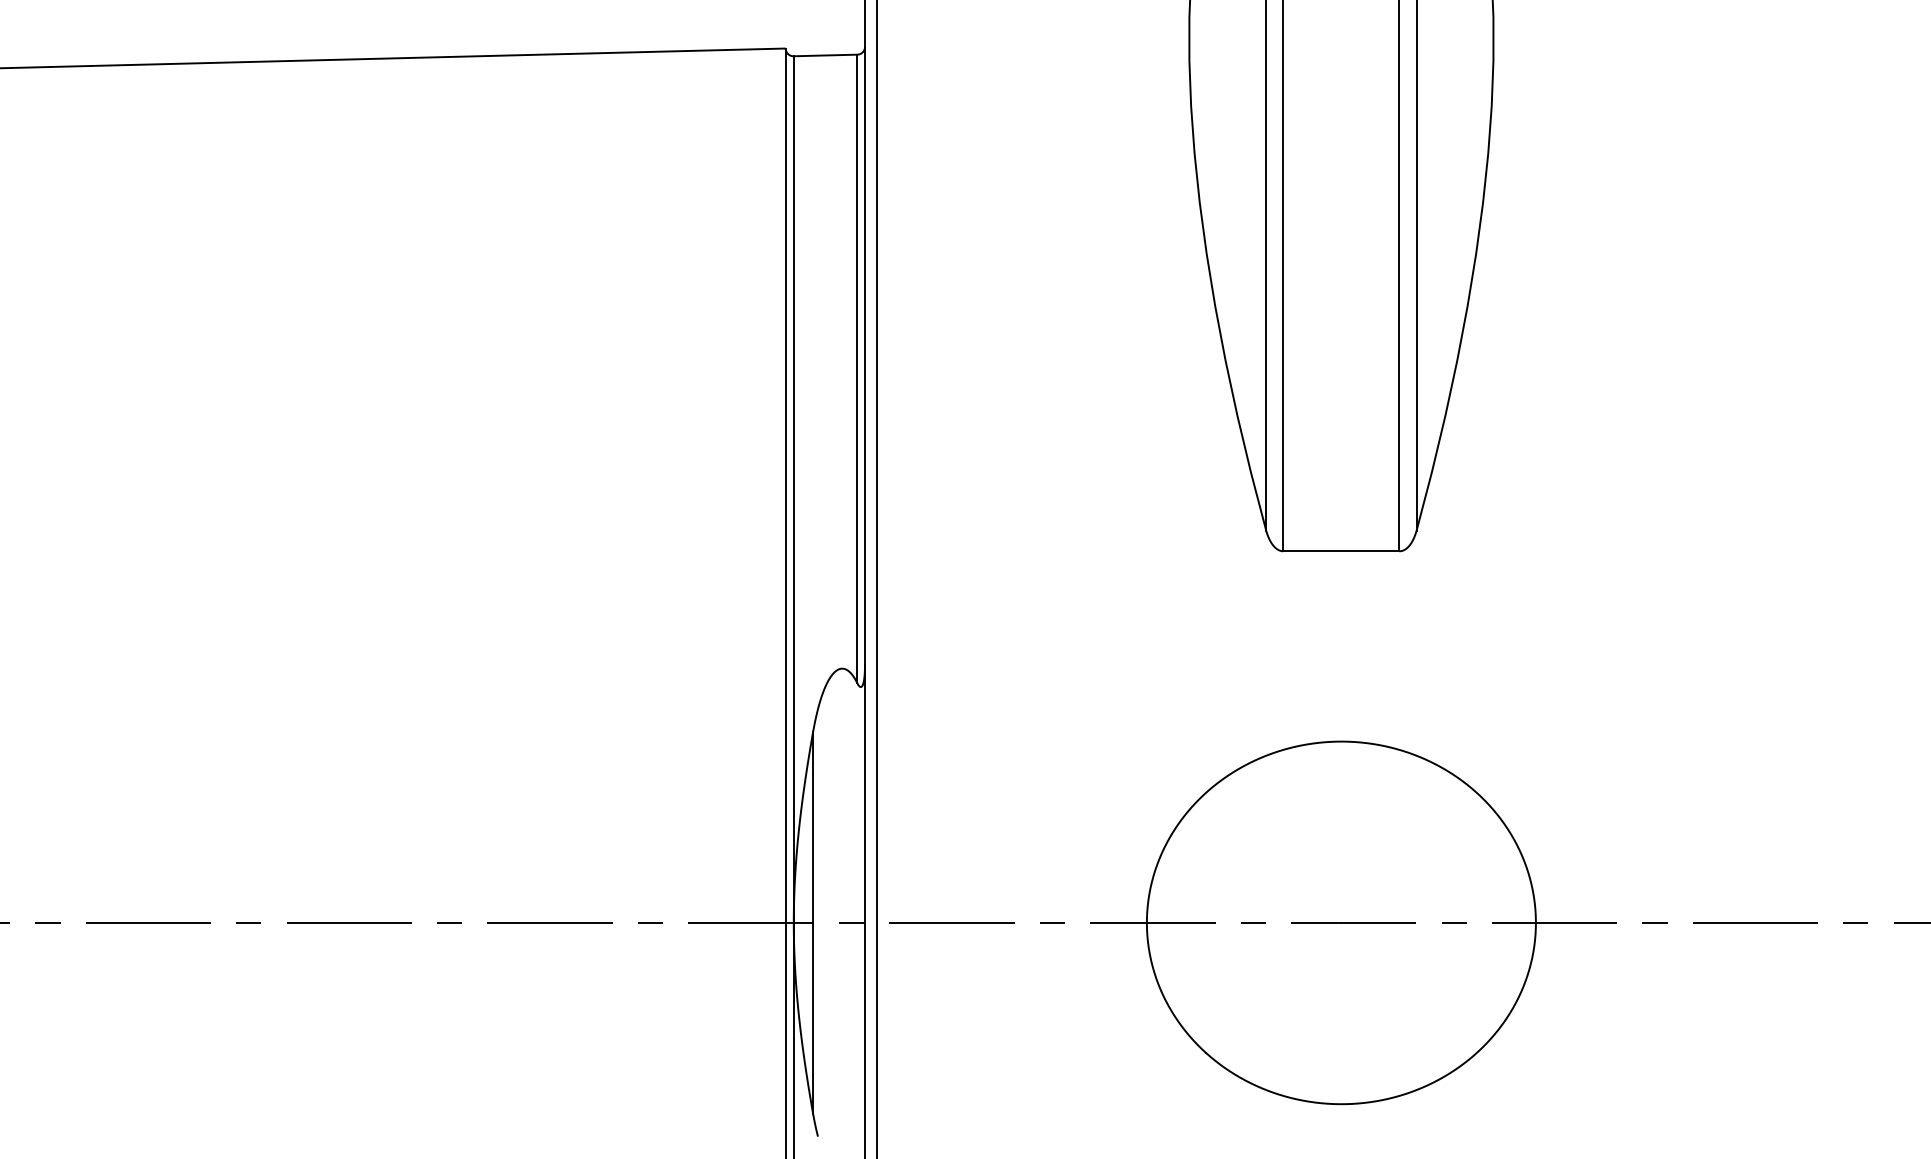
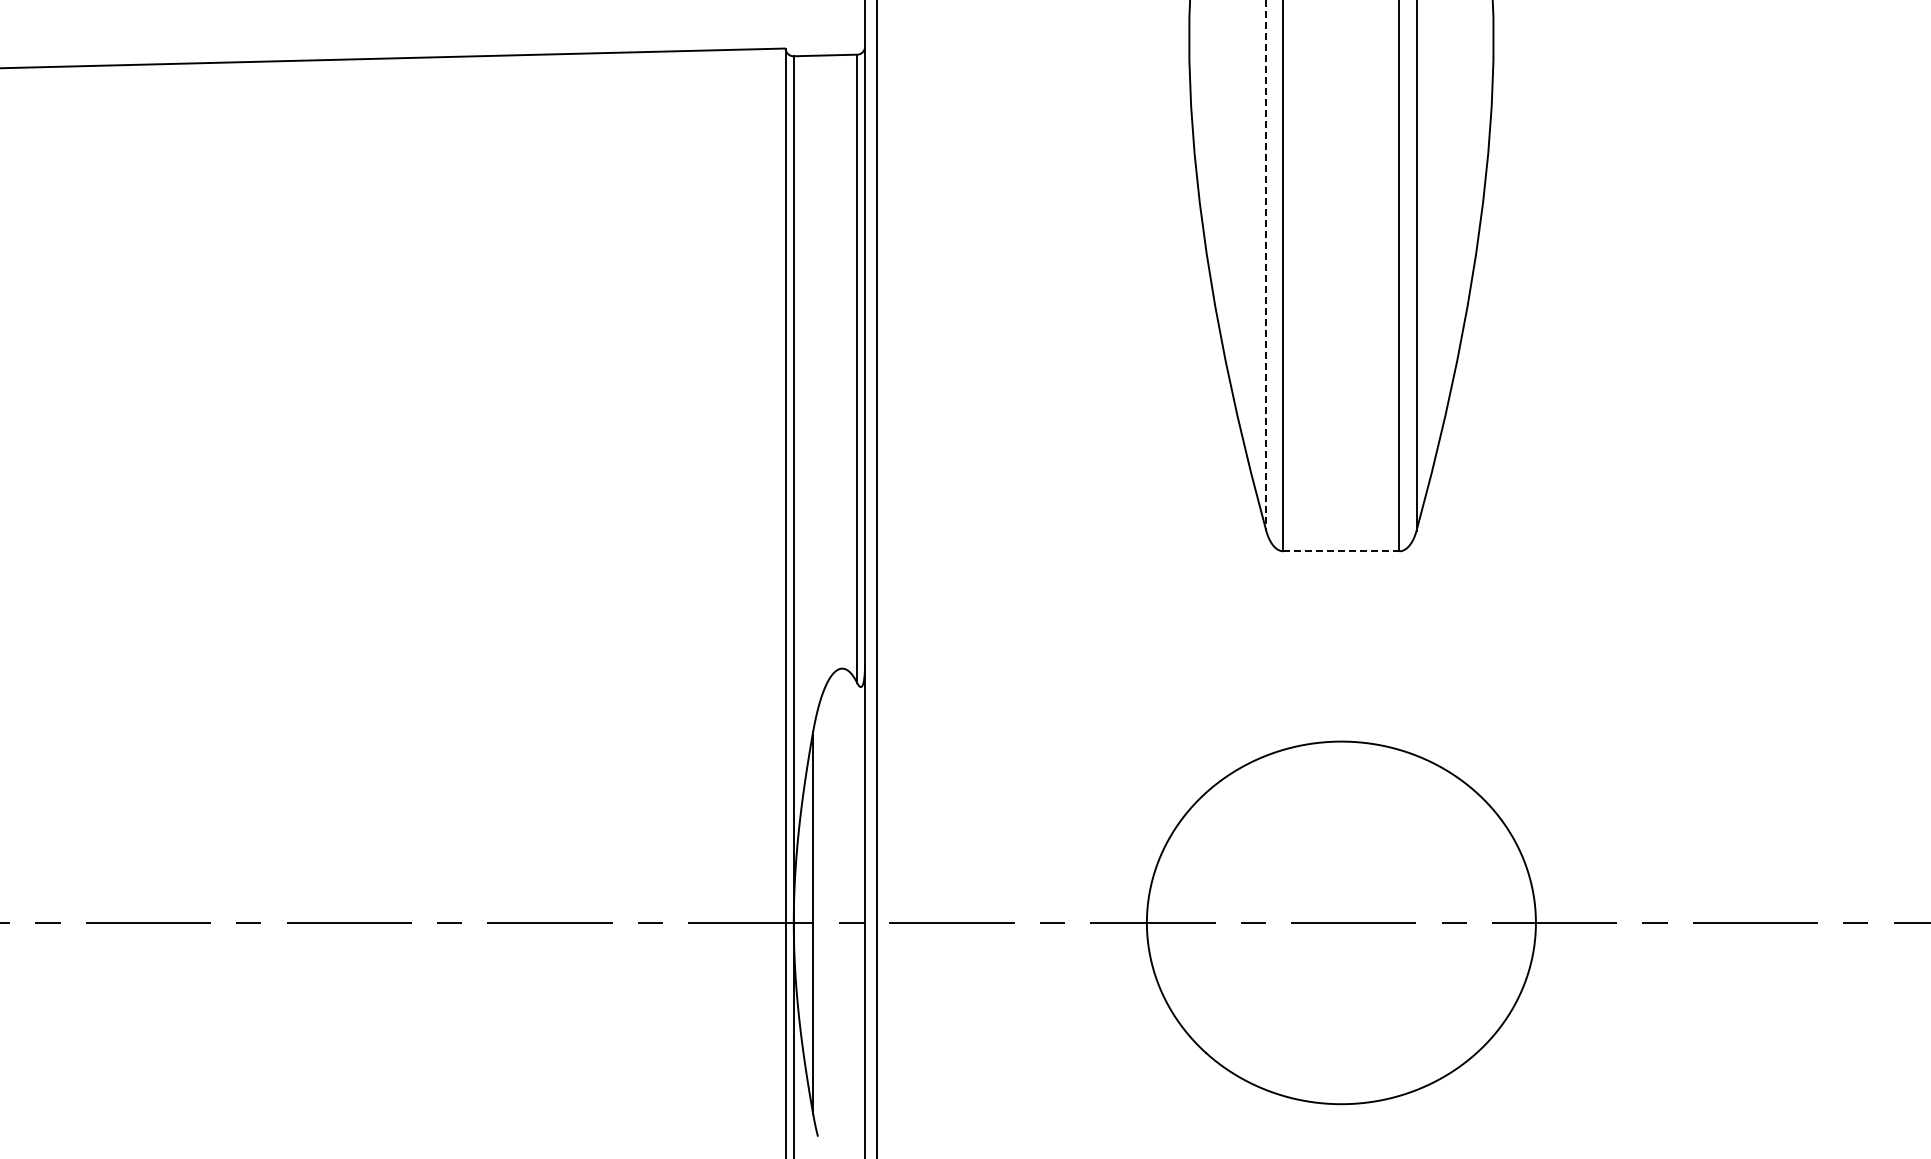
line at (1266, 265): solid -> dashed
line at (1341, 551): solid -> dashed
